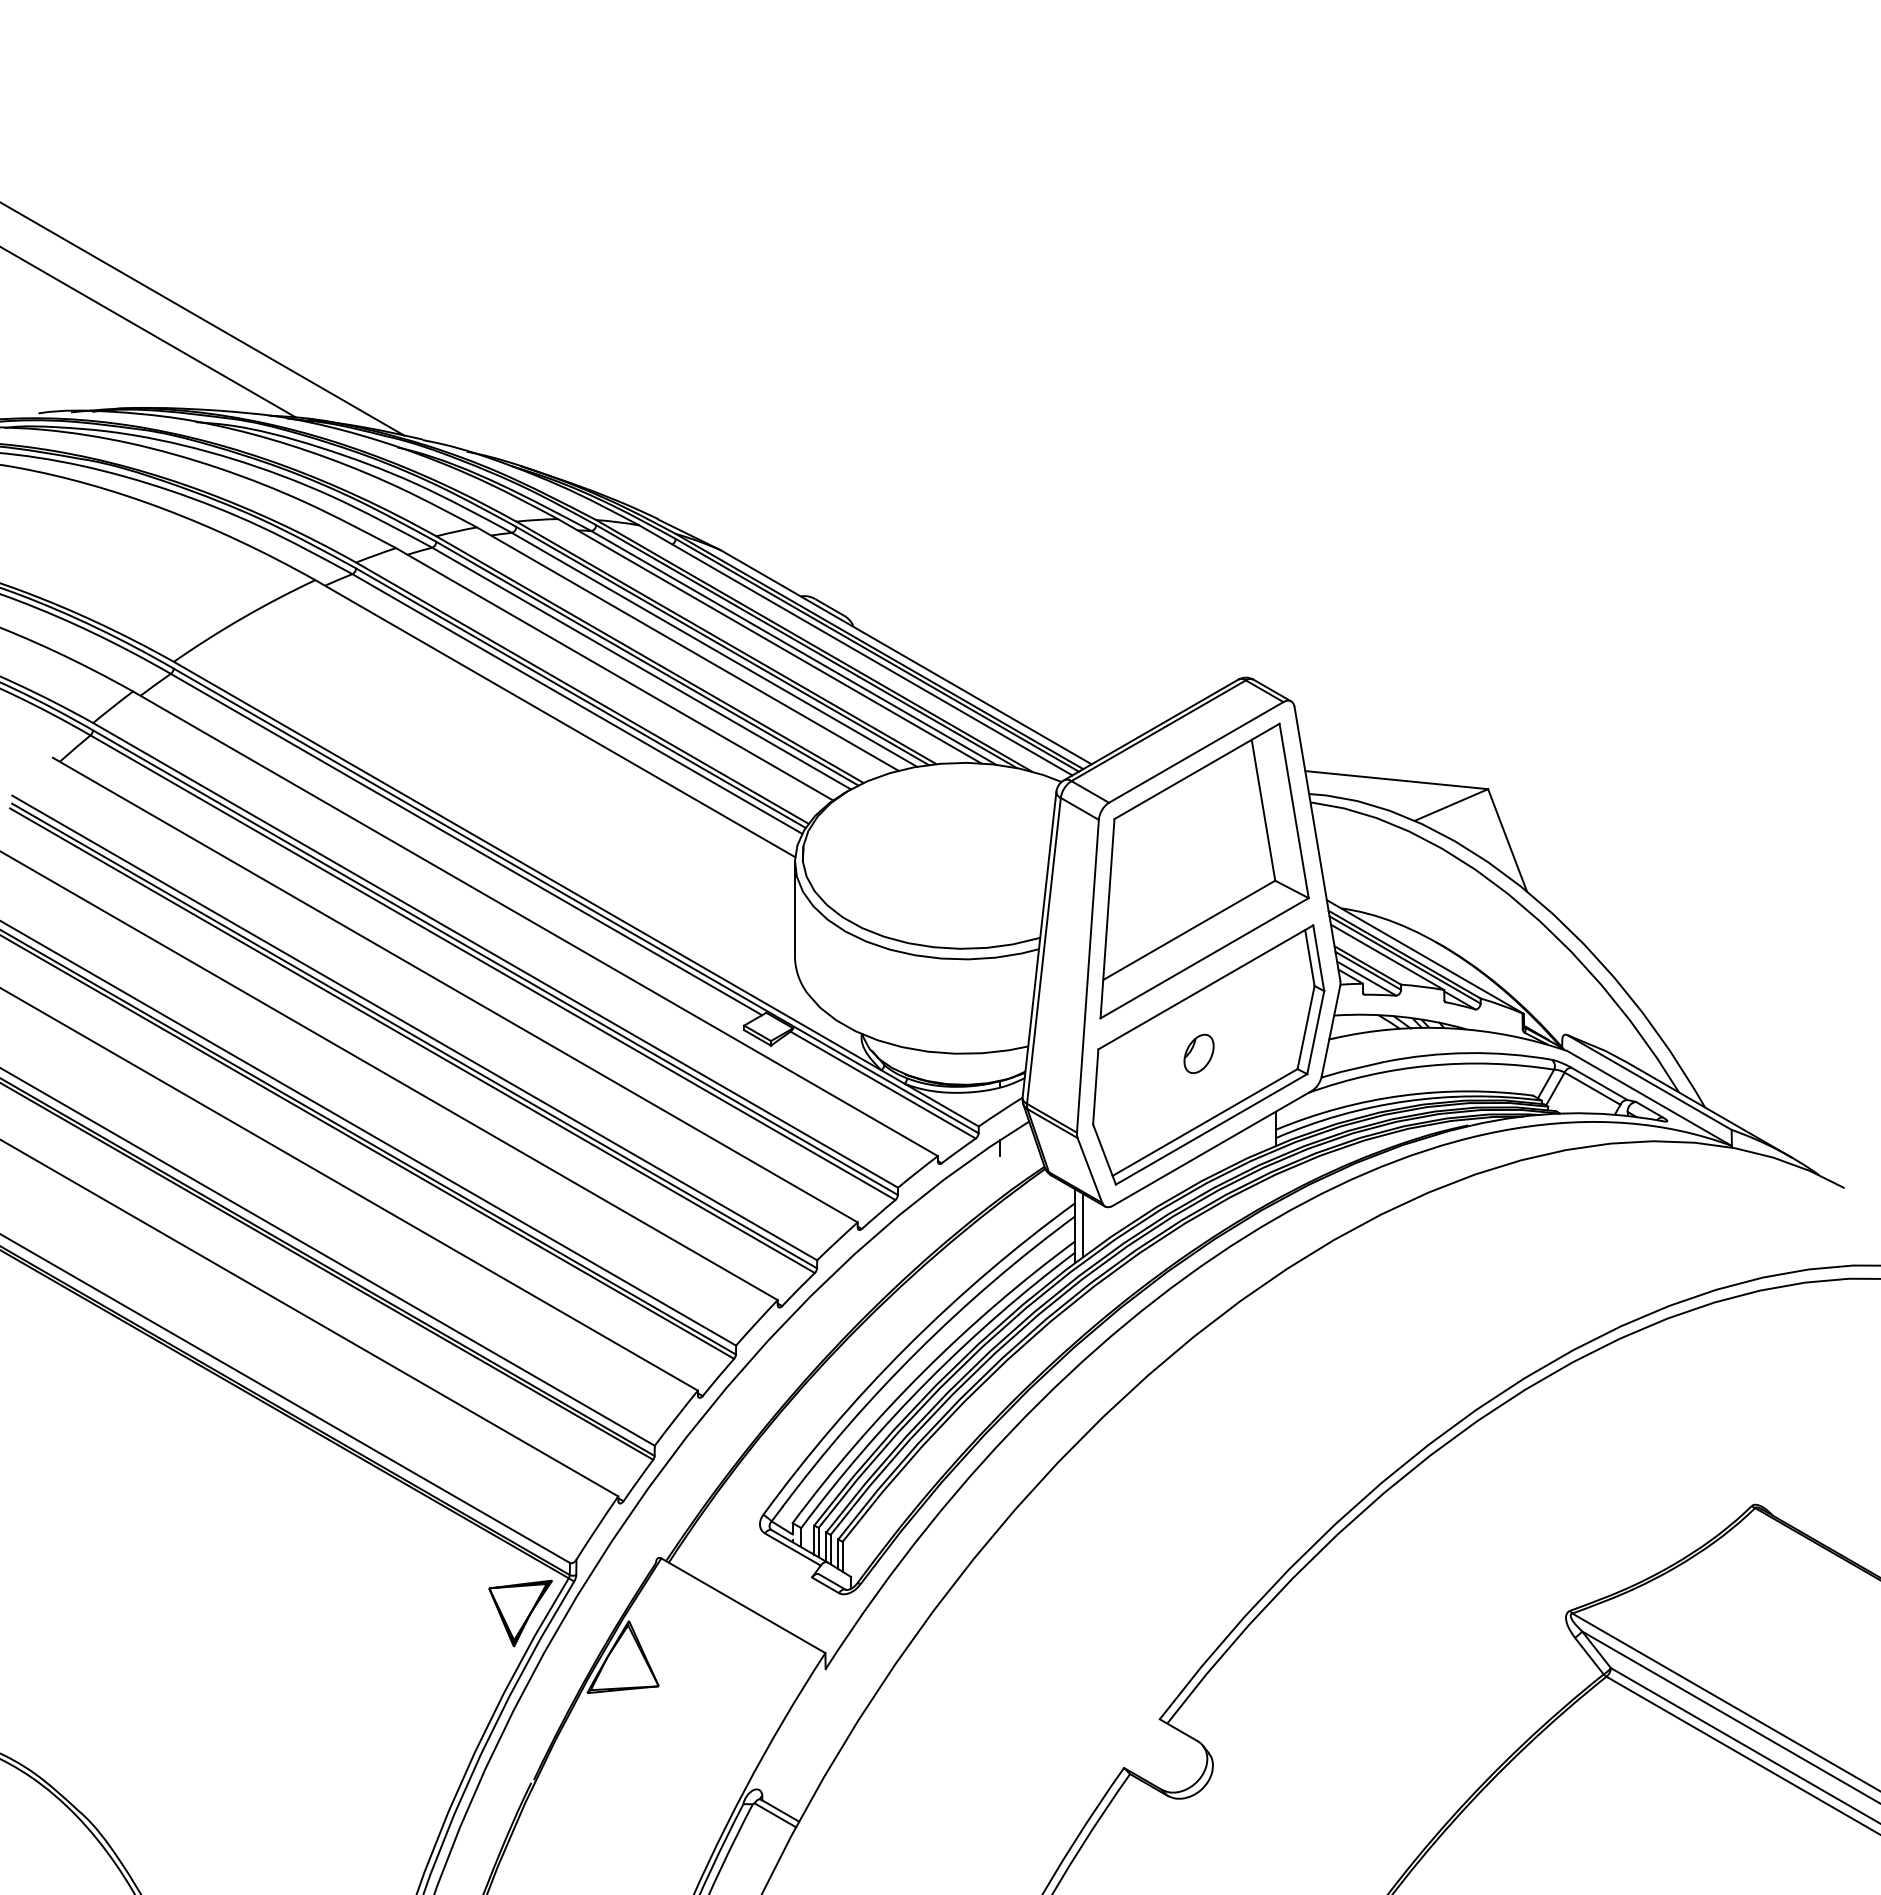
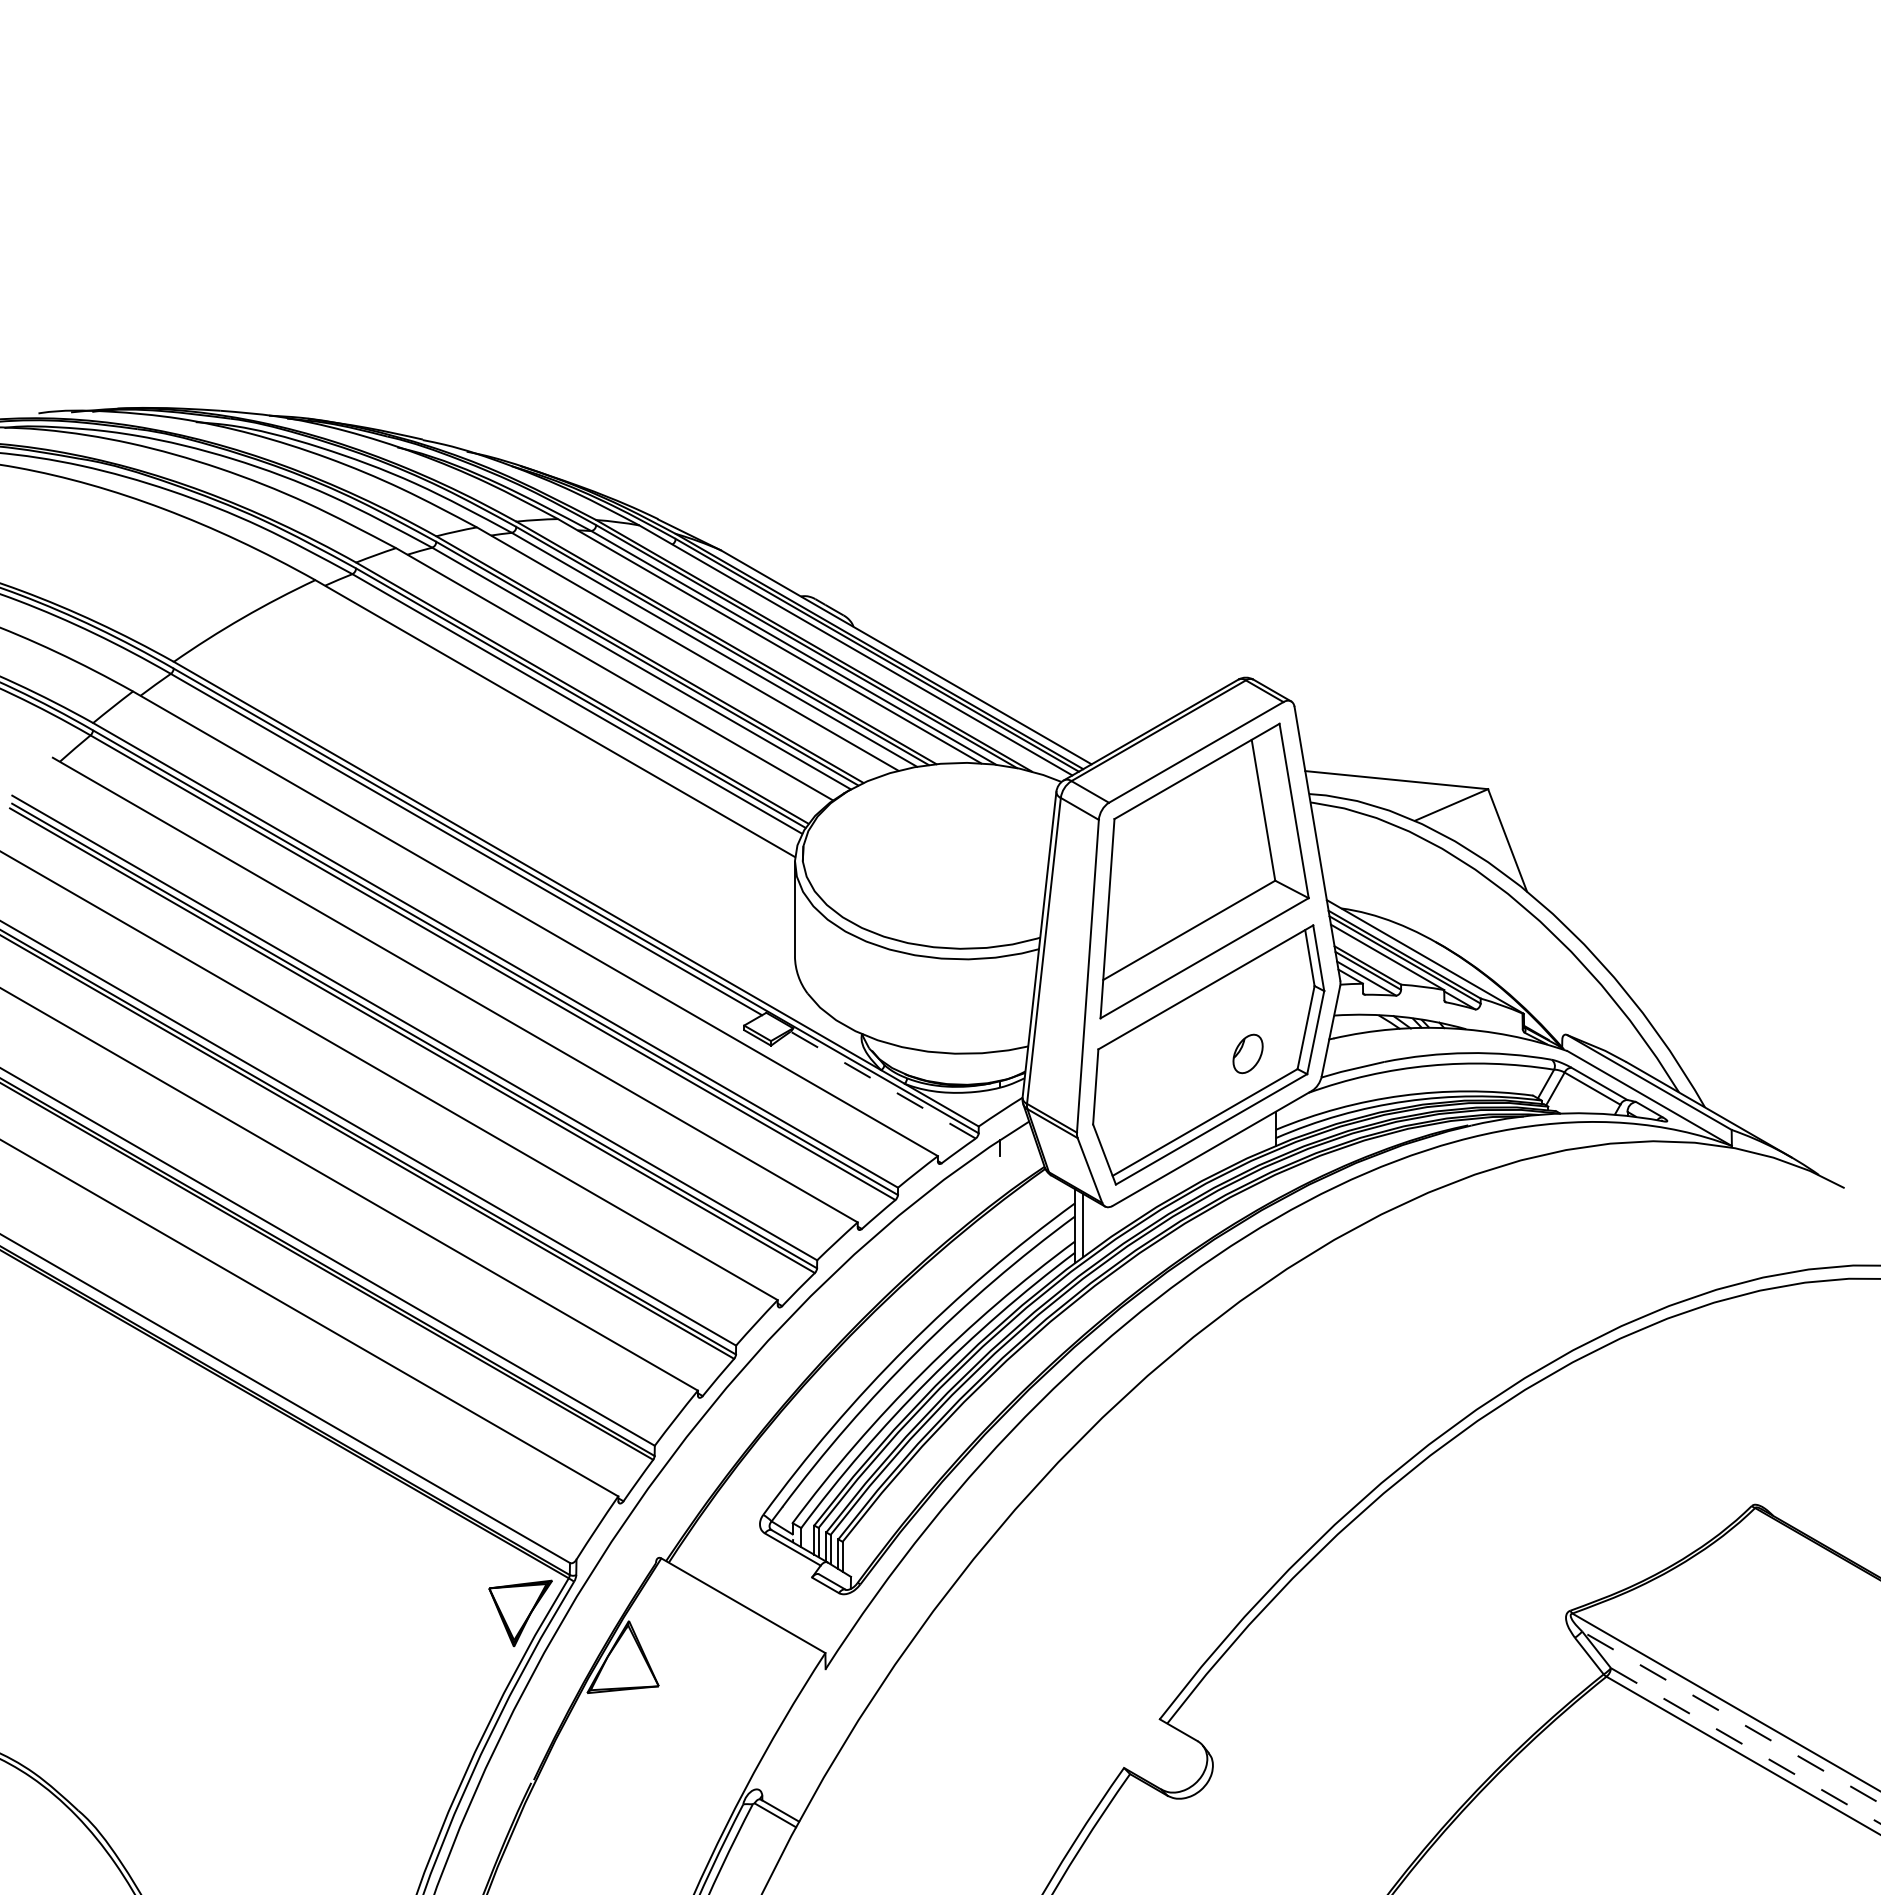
line at (203, 319): present -> none
line at (148, 332): present -> none
part at (1198, 1053) position: (1198, 1053) -> (1247, 1053)
line at (883, 1085): solid -> dashed
line at (1731, 1717): solid -> dashed
line at (1746, 1746): solid -> dashed
